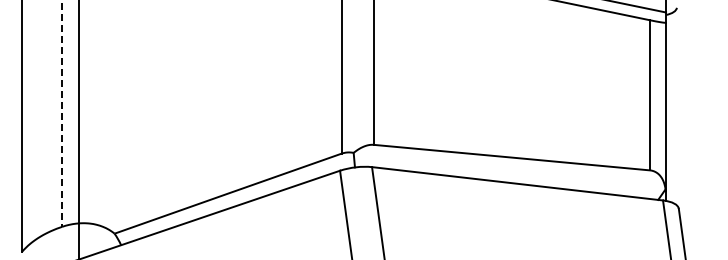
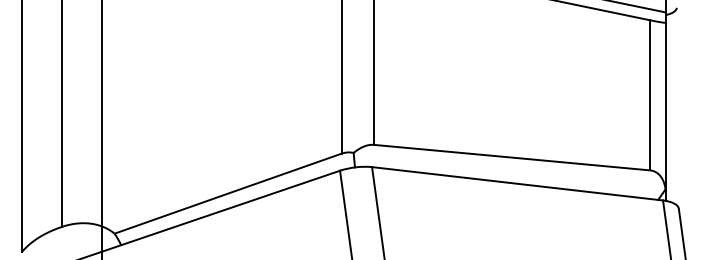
line at (62, 114): dashed -> solid
line at (78, 129) position: (78, 129) -> (101, 129)
